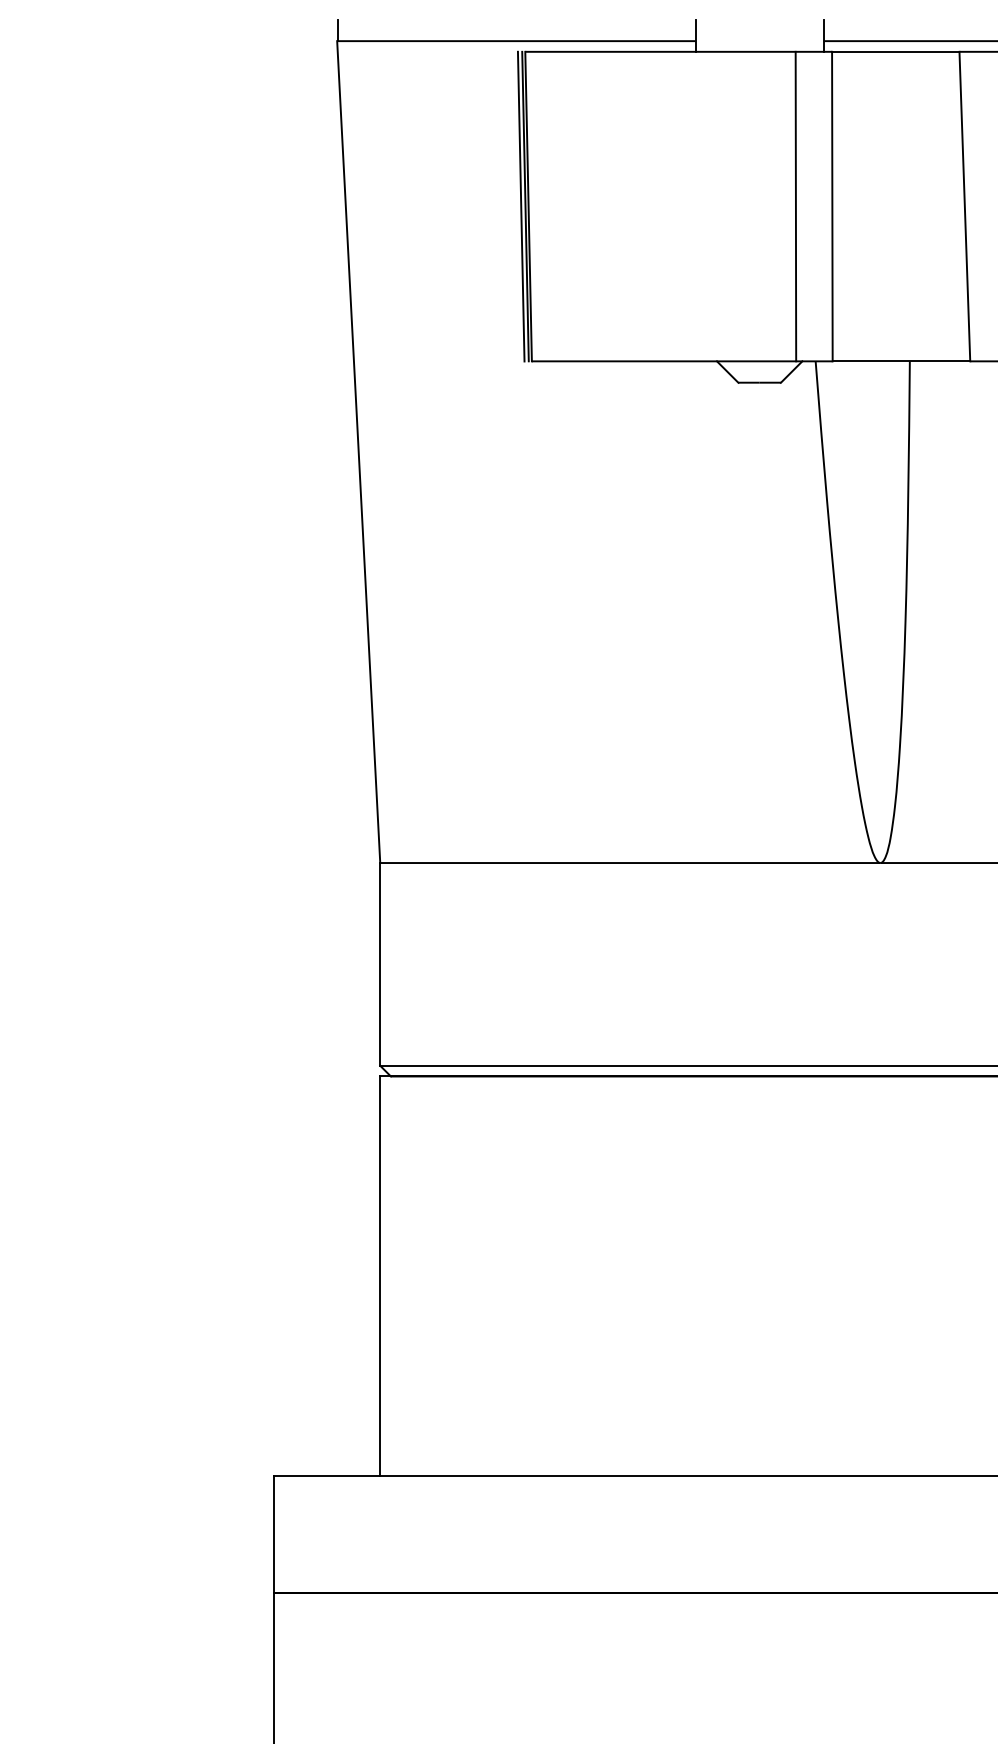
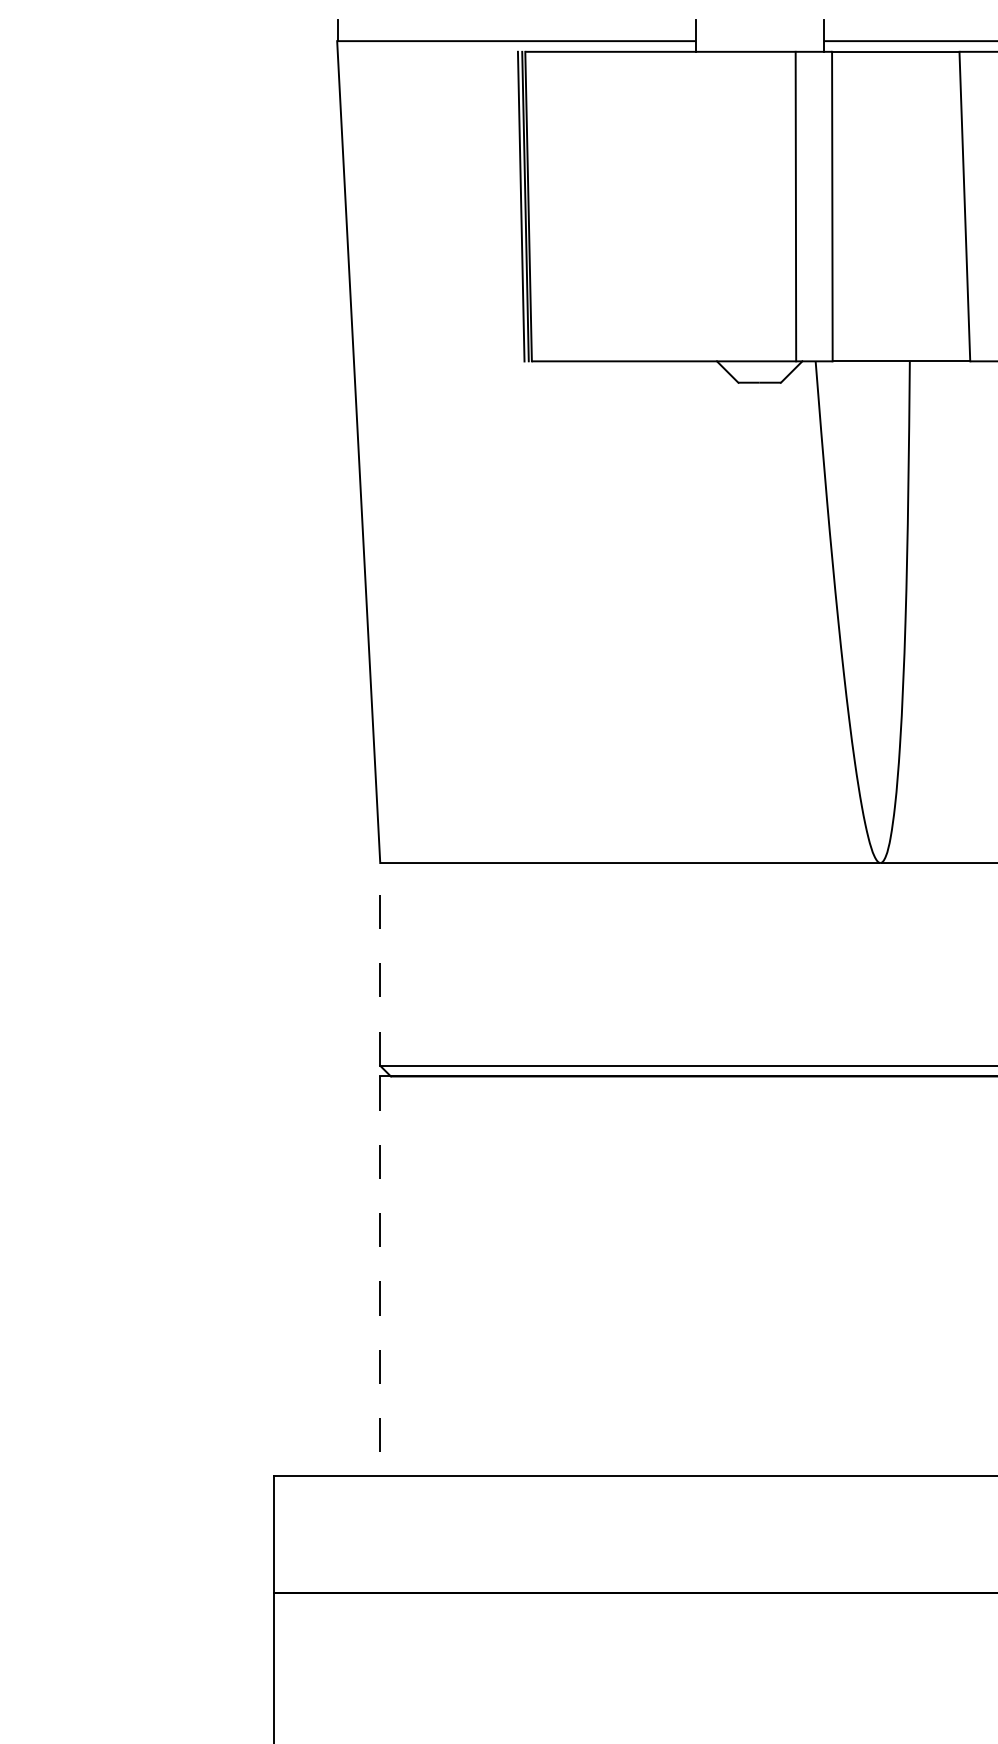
line at (380, 963): solid -> dashed
line at (380, 1276): solid -> dashed
